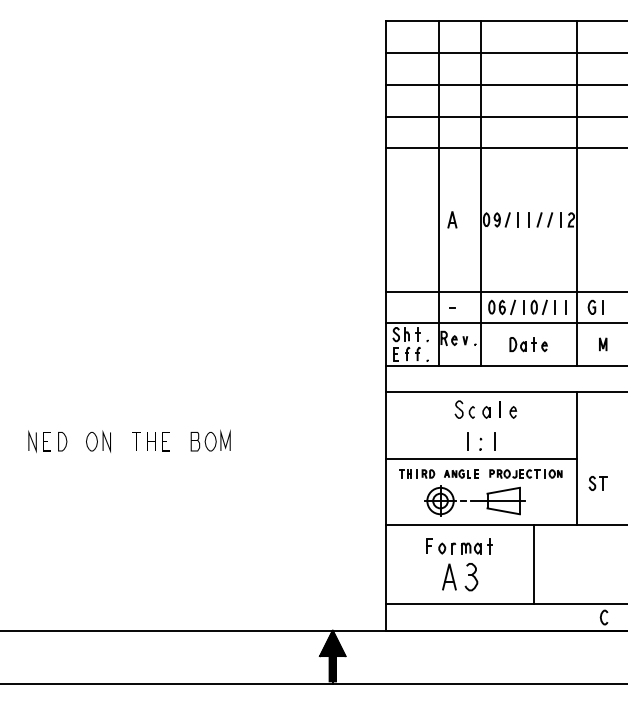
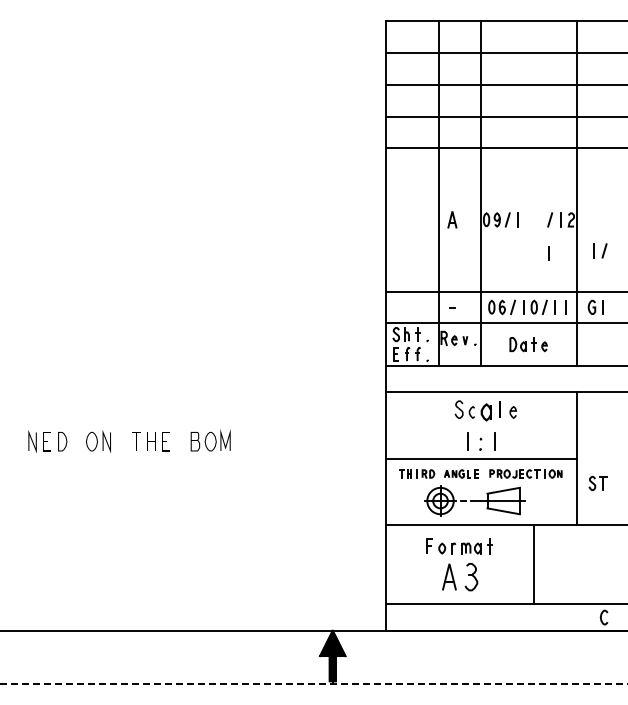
part at (535, 219) position: (535, 219) -> (600, 250)
line at (548, 253): none -> present
line at (603, 344): present -> none
part at (486, 412) size: 9x13 px -> 12x19 px
line at (314, 683): solid -> dashed
